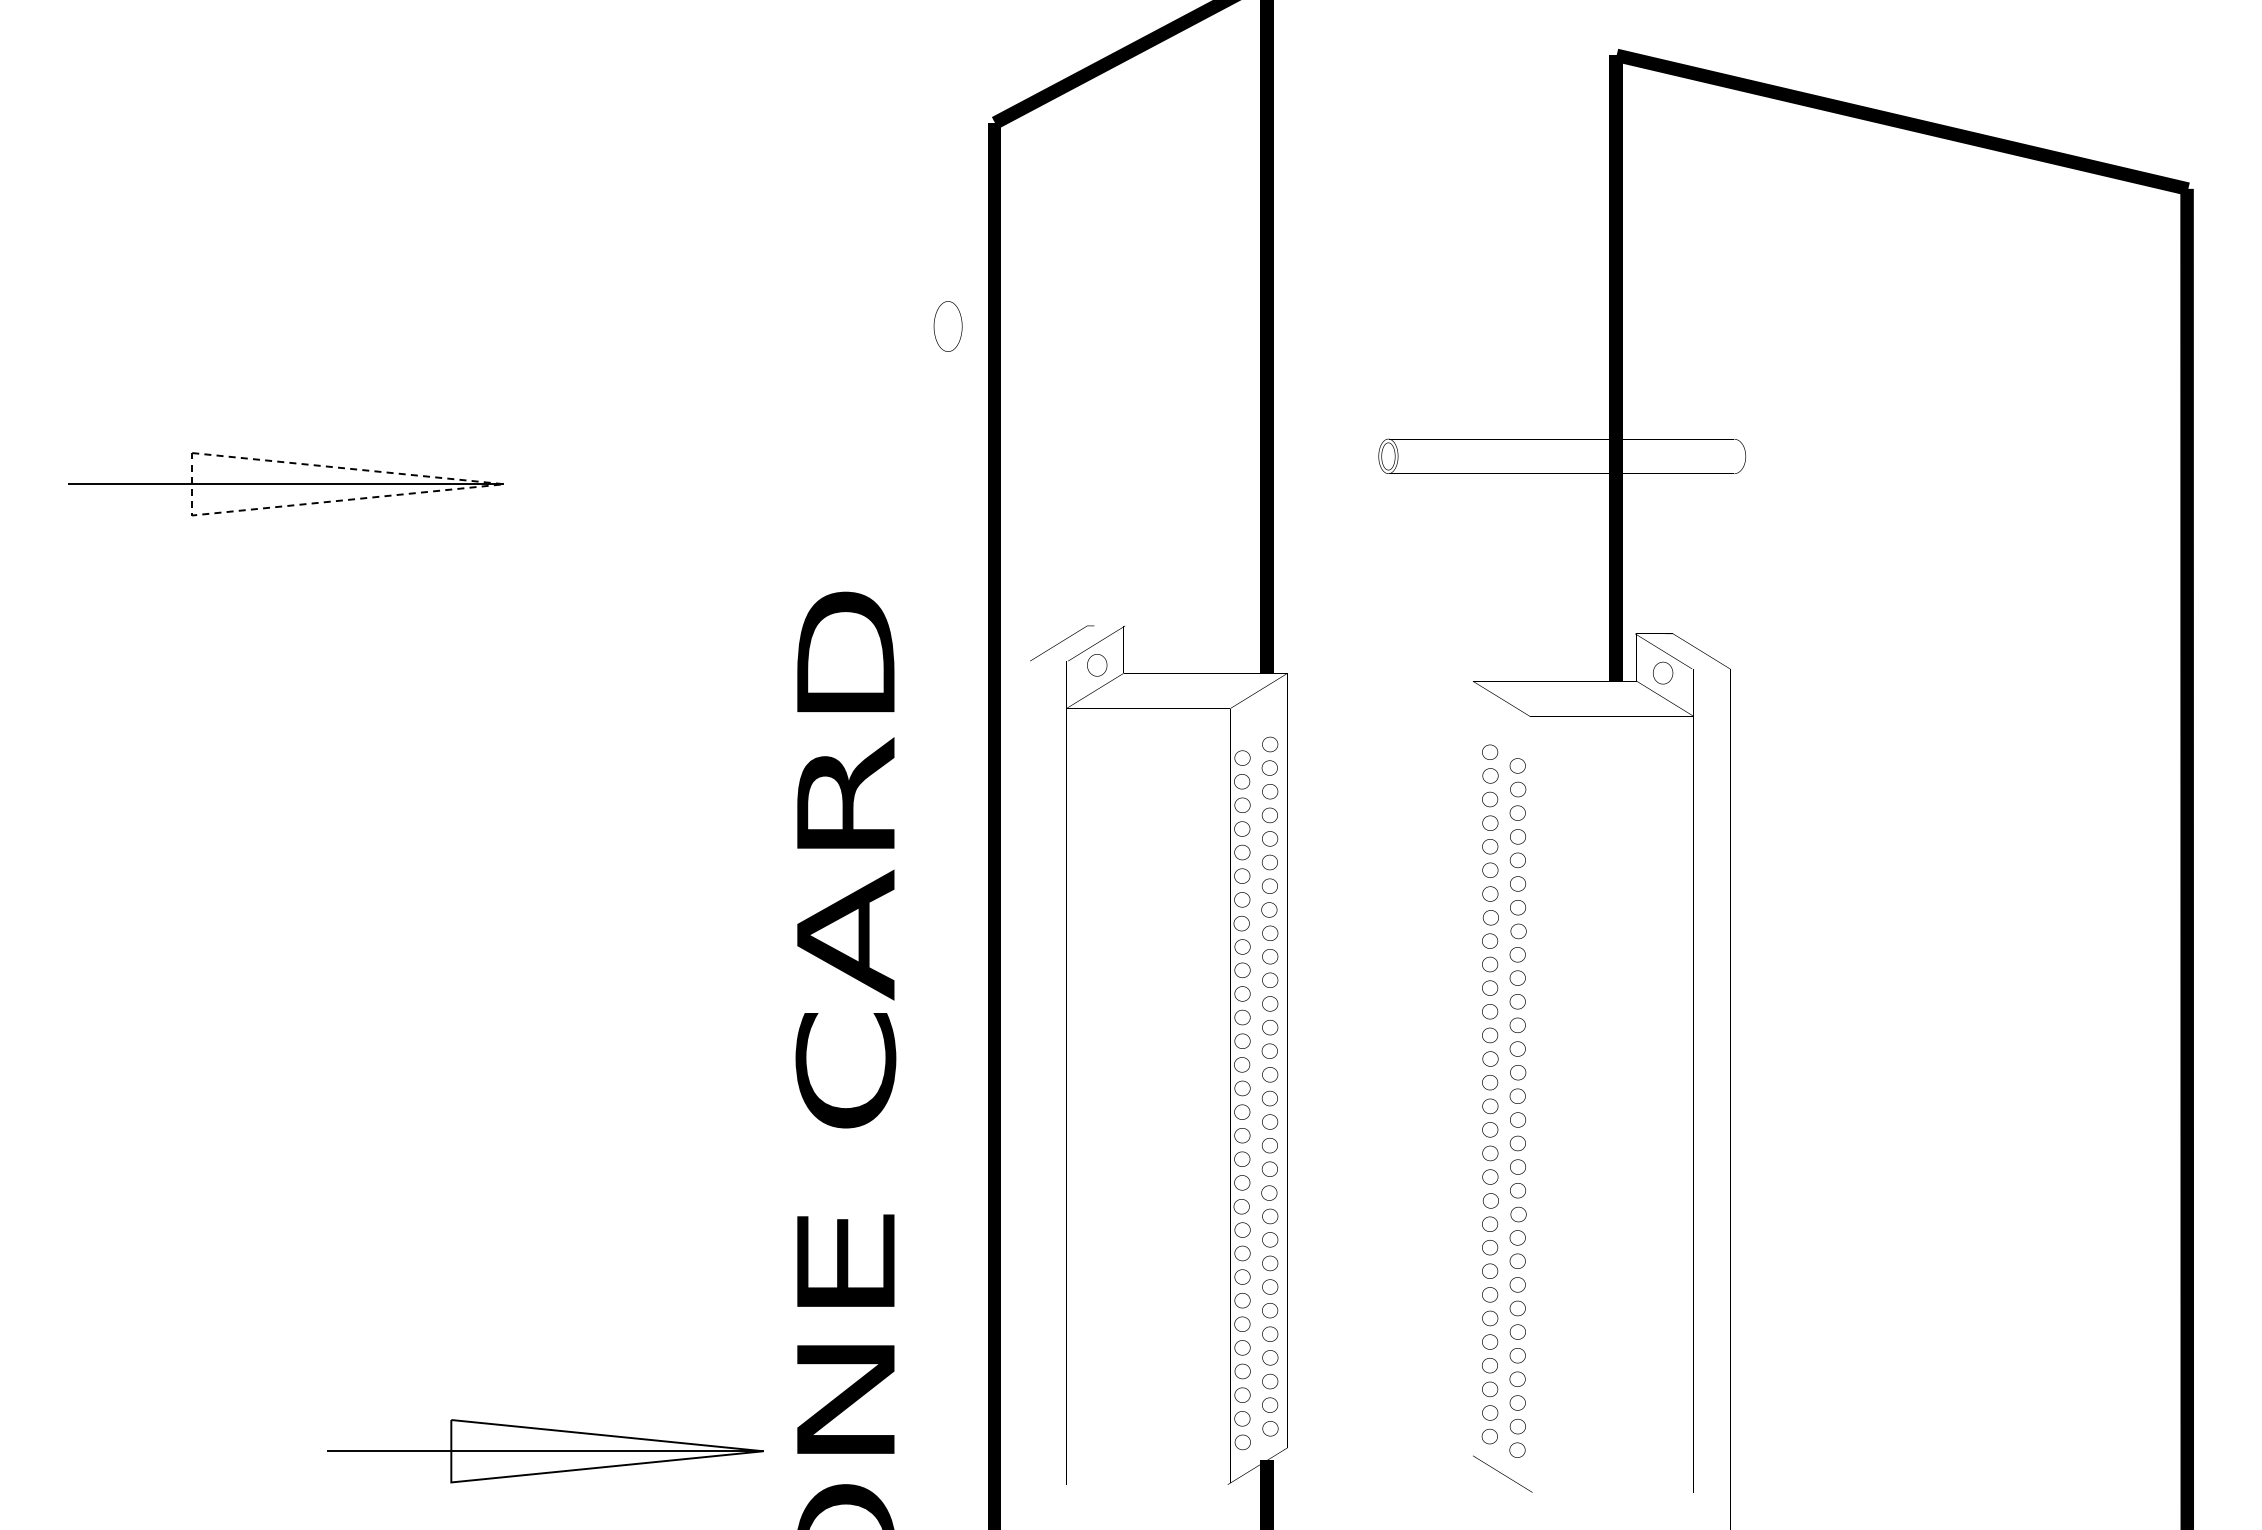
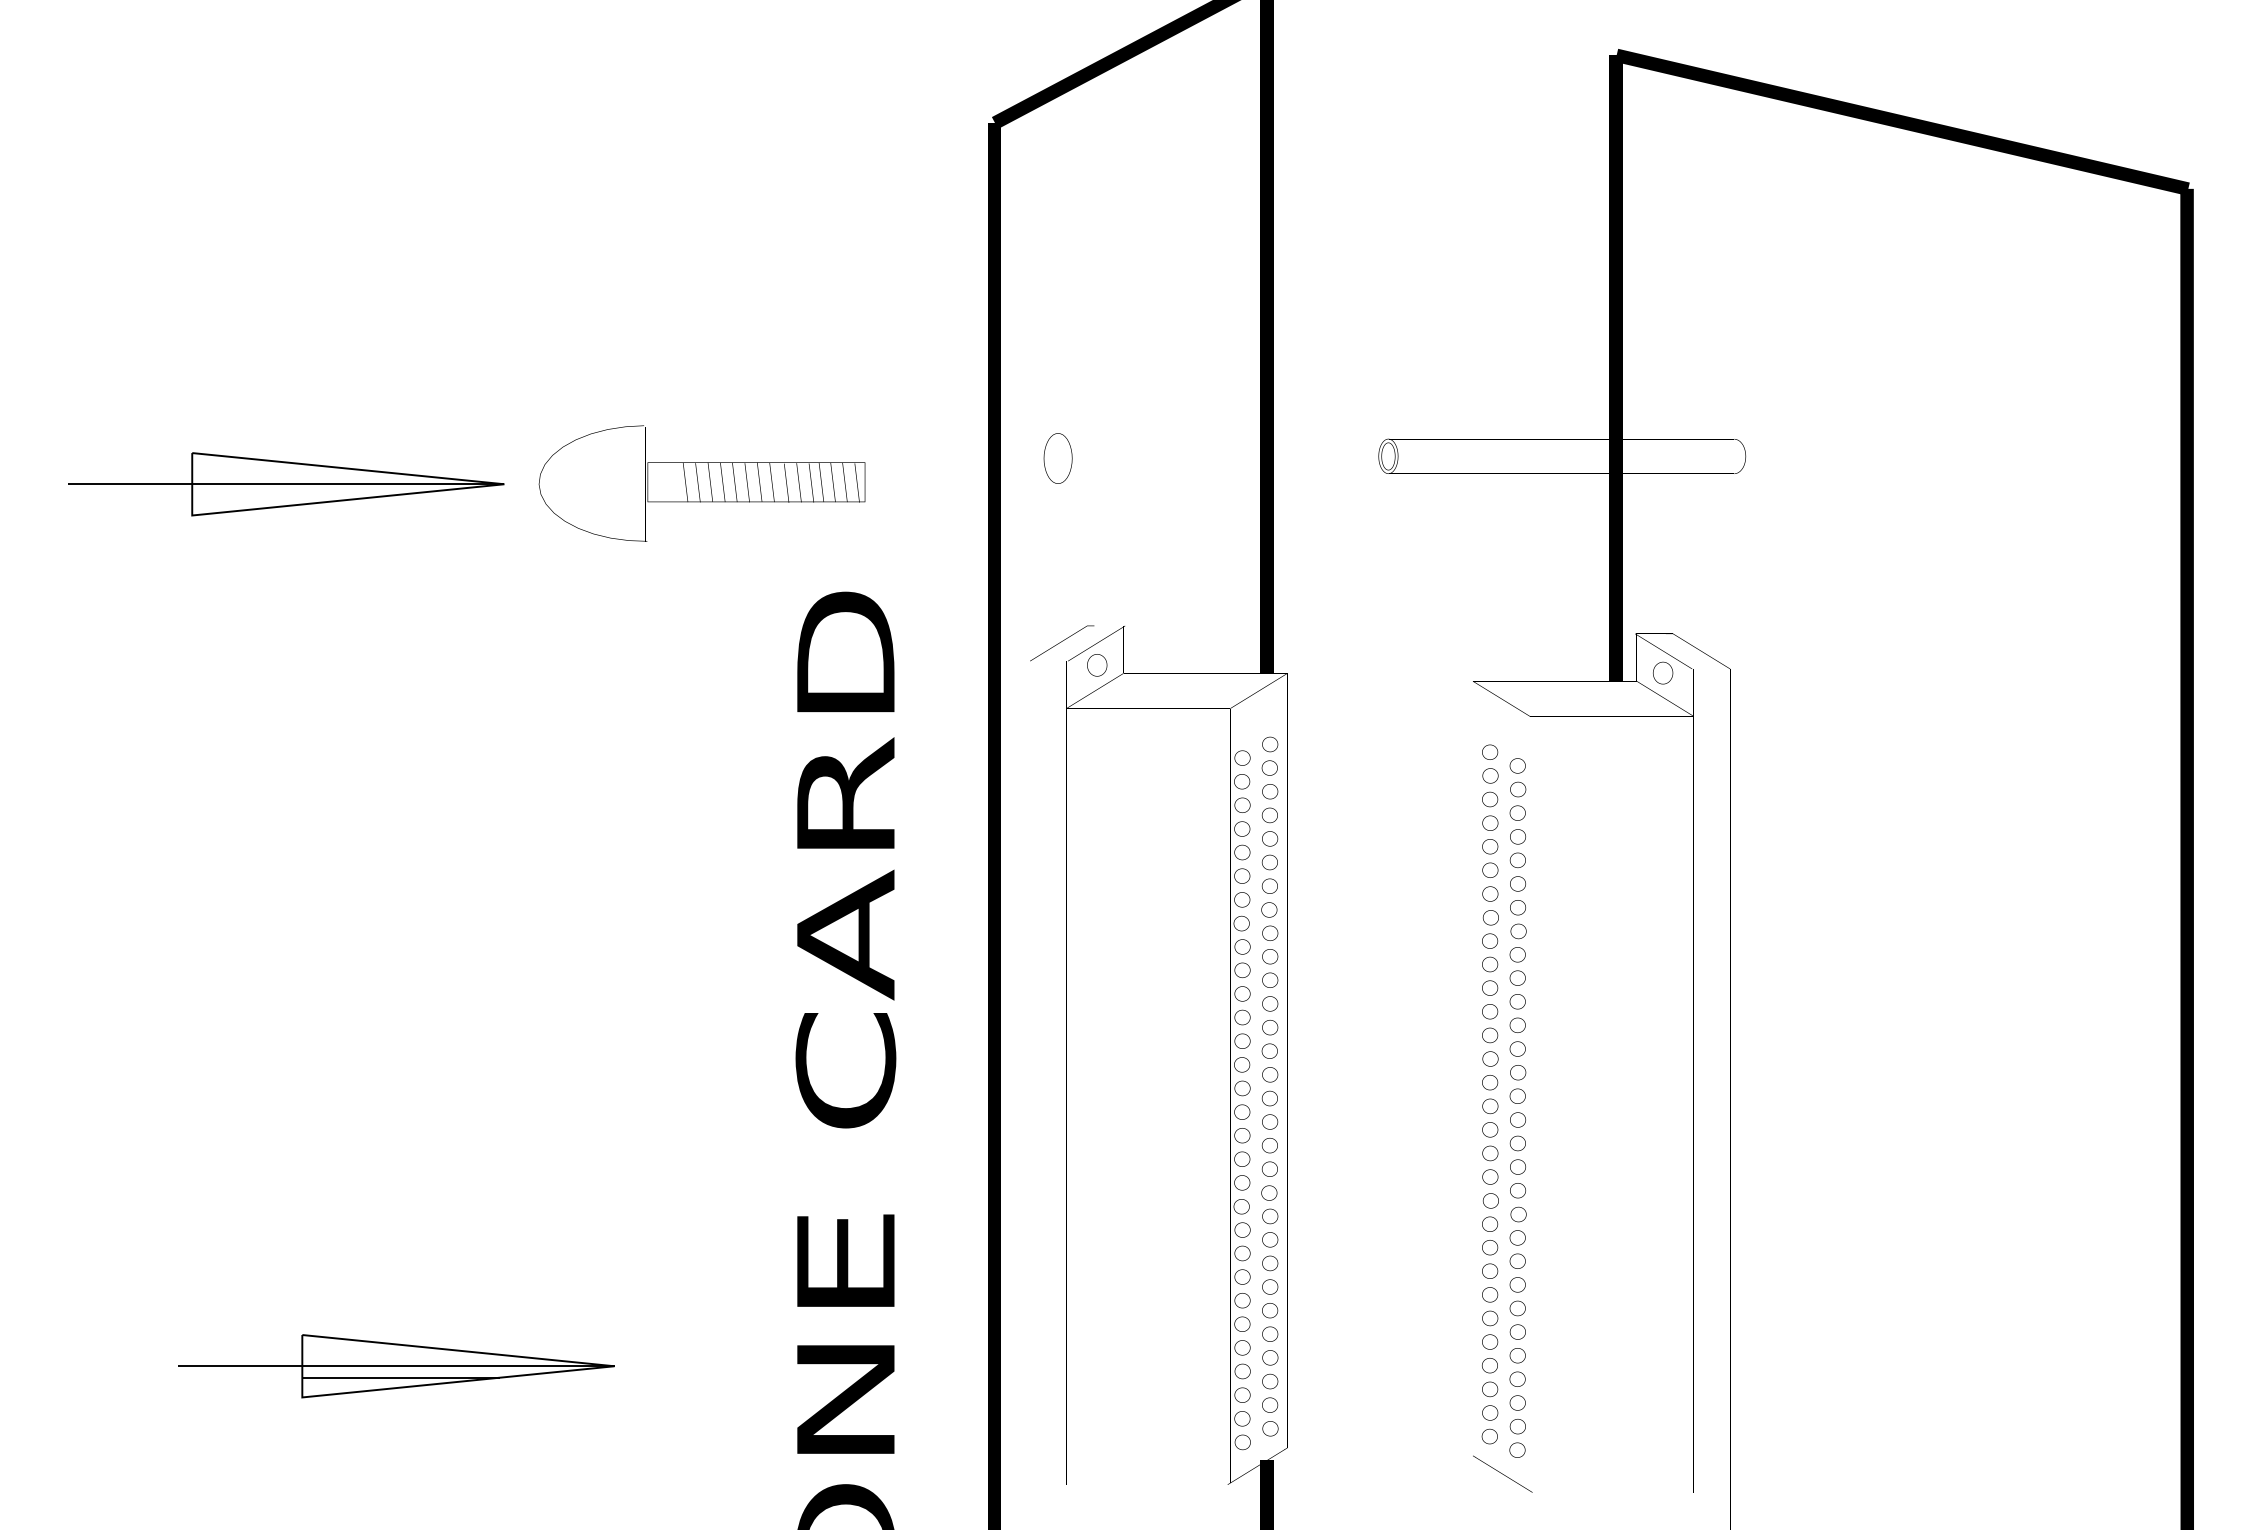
part at (947, 326) position: (947, 326) -> (1057, 458)
part at (701, 483): none -> present
line at (472, 487): dashed -> solid
part at (545, 1451) position: (545, 1451) -> (396, 1366)
